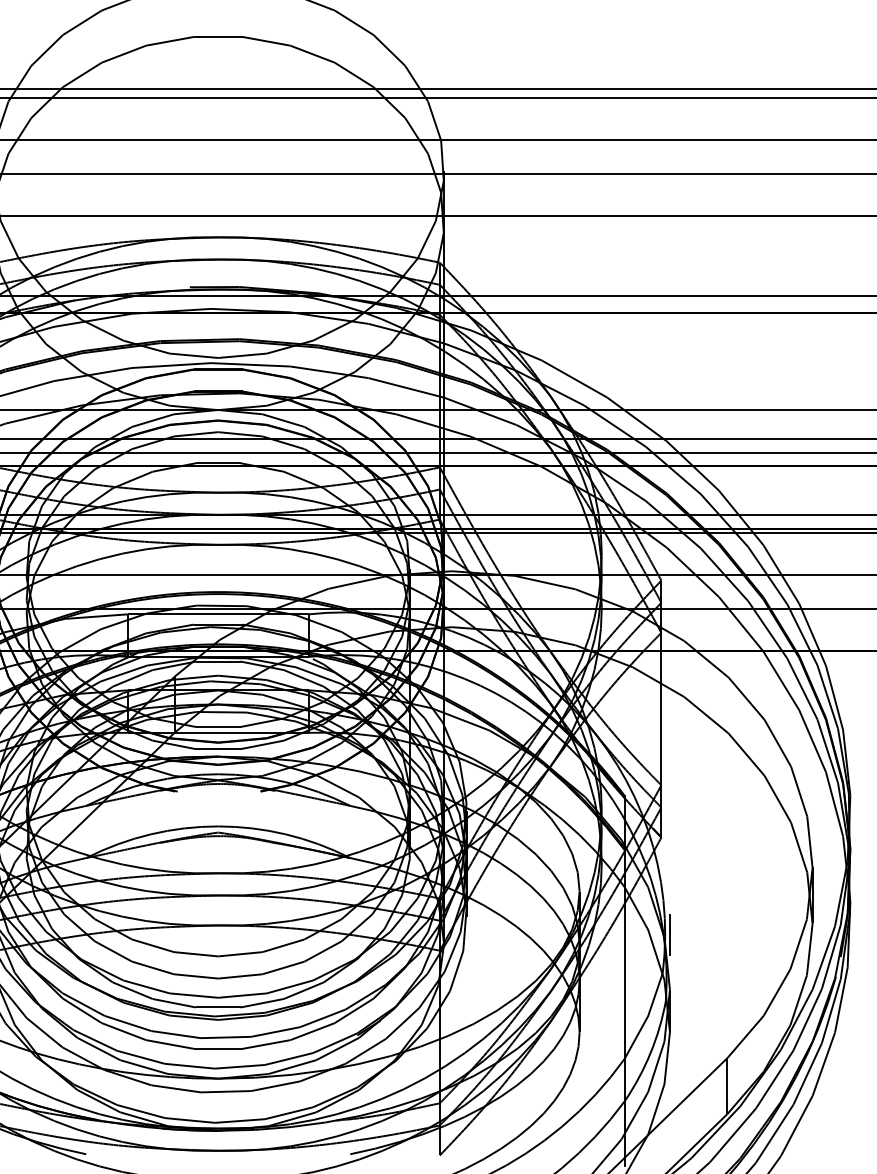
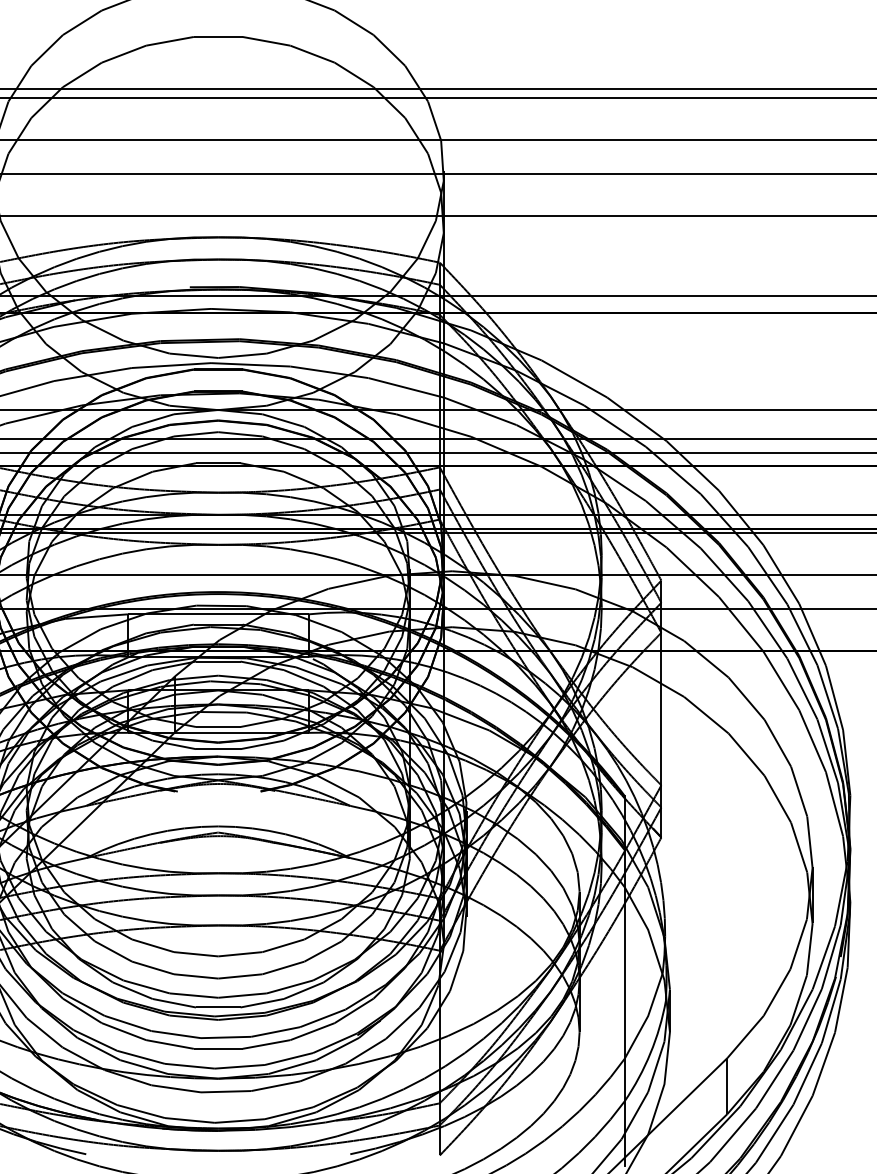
line at (669, 934): present -> none
